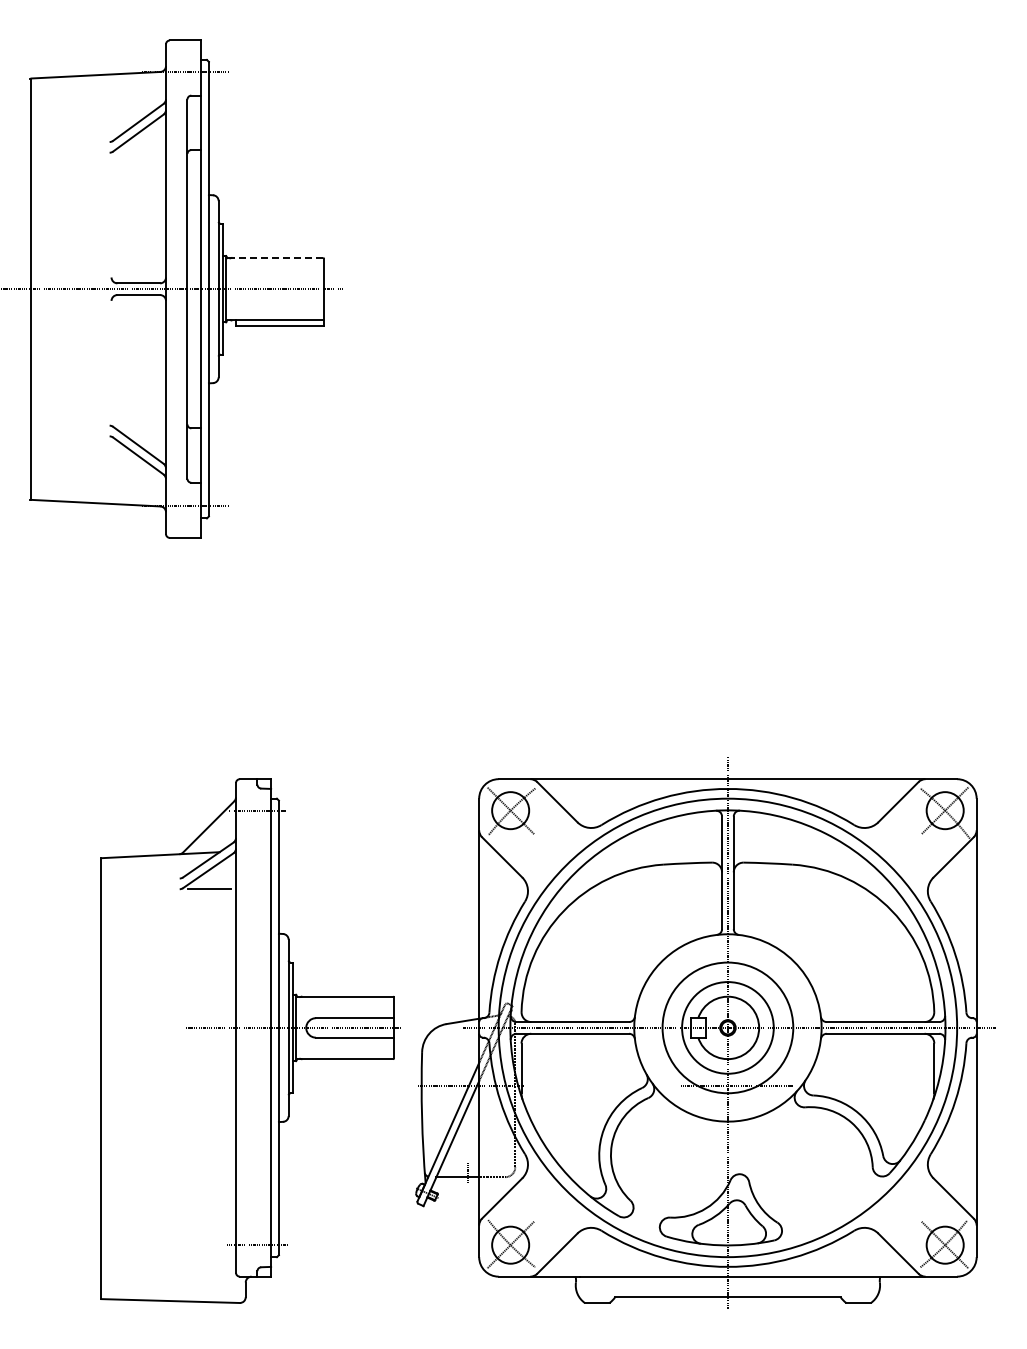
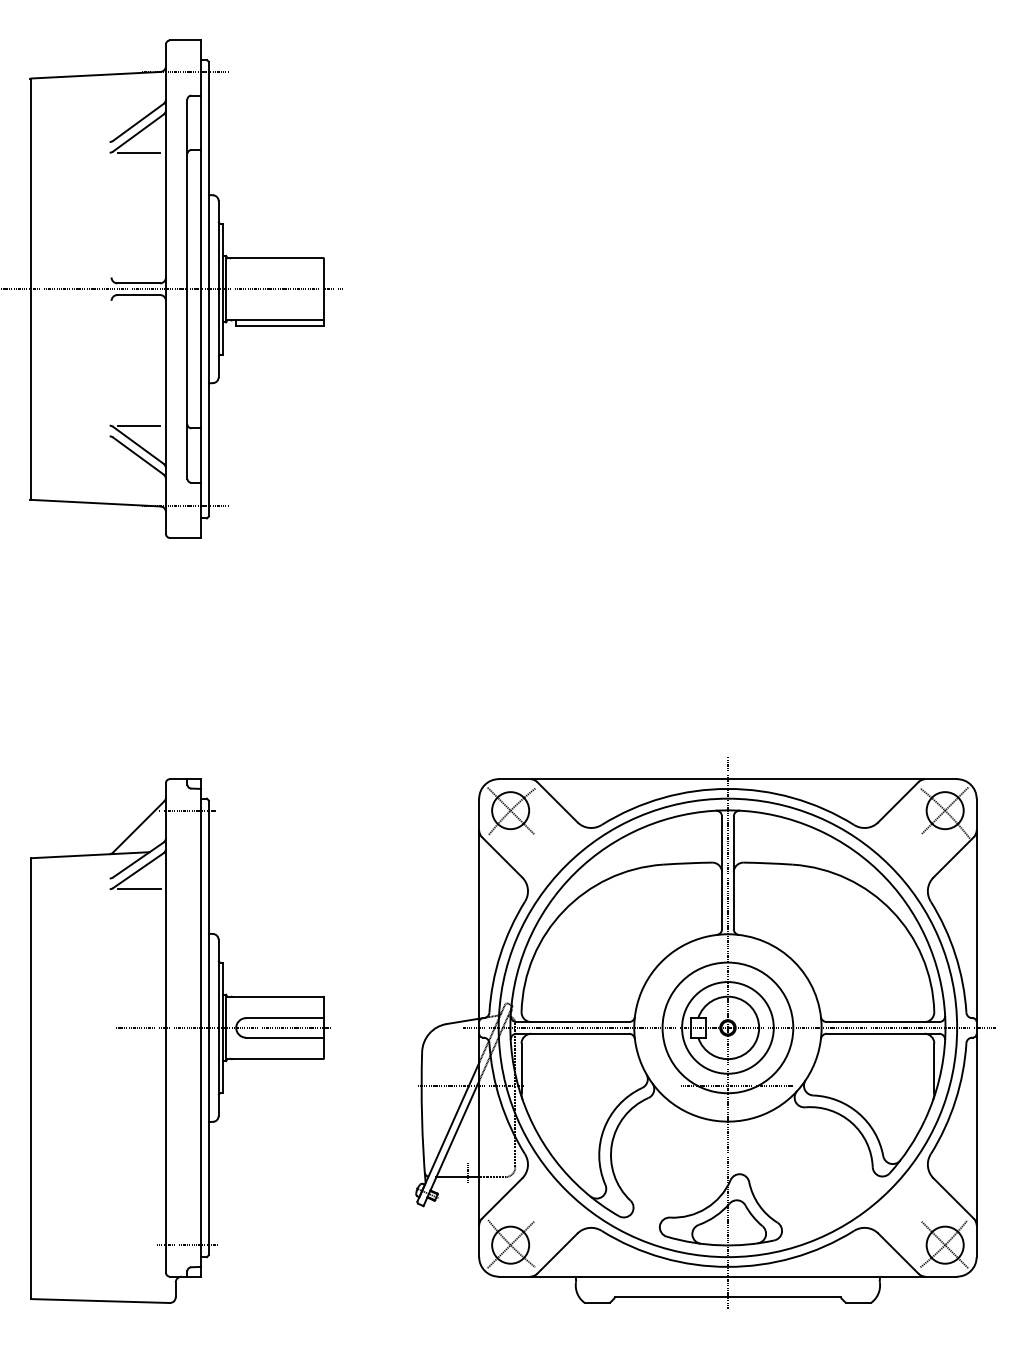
line at (138, 152): none -> present
line at (277, 257): dashed -> solid
line at (138, 425): none -> present
part at (250, 1040) position: (250, 1040) -> (180, 1040)
